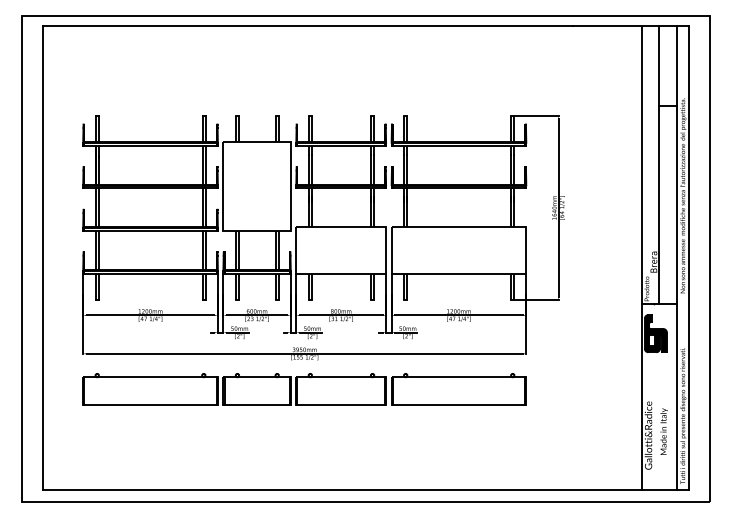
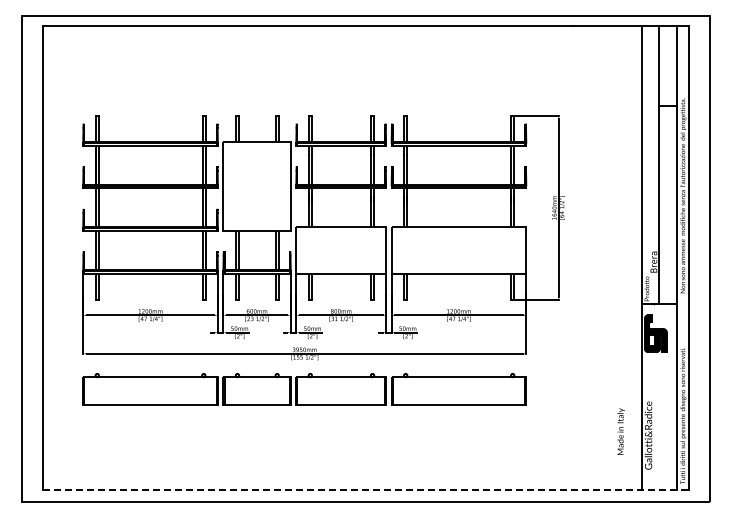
text at (663, 431) position: (663, 431) -> (620, 431)
line at (366, 489): solid -> dashed
